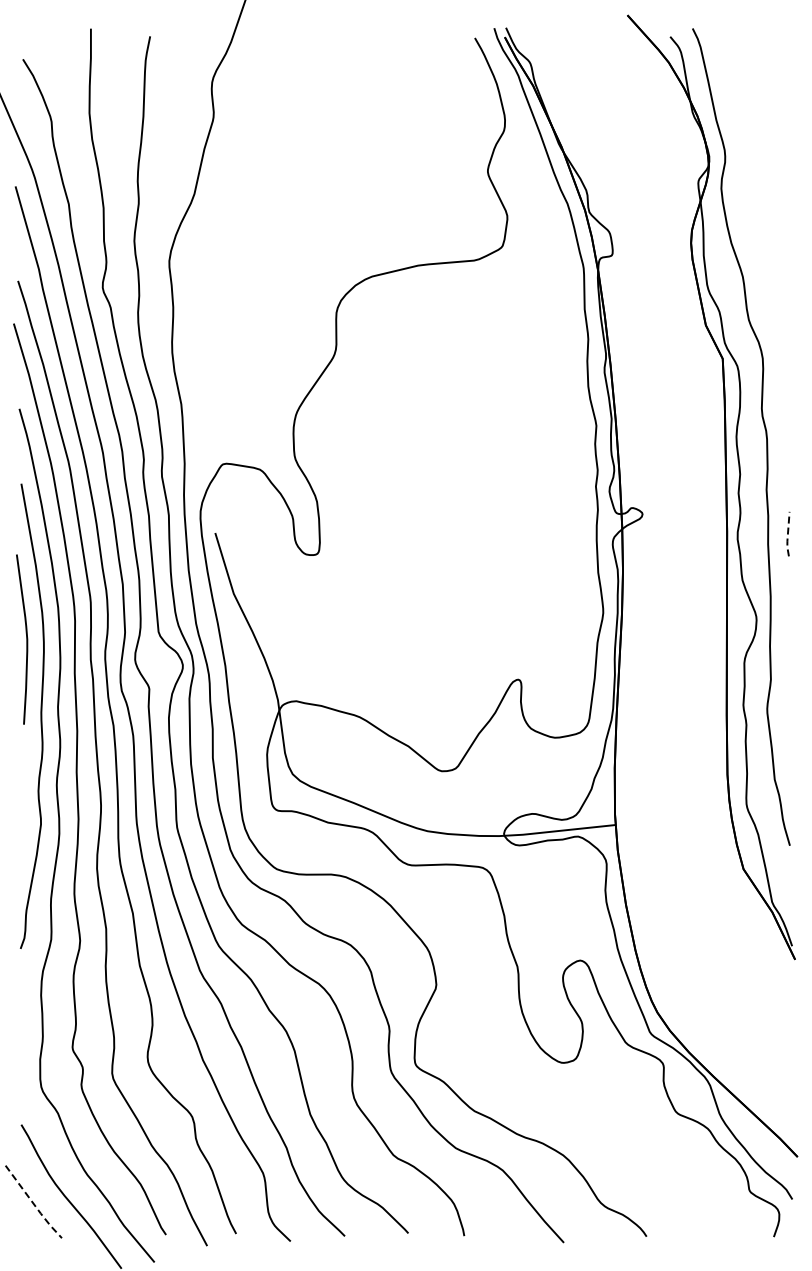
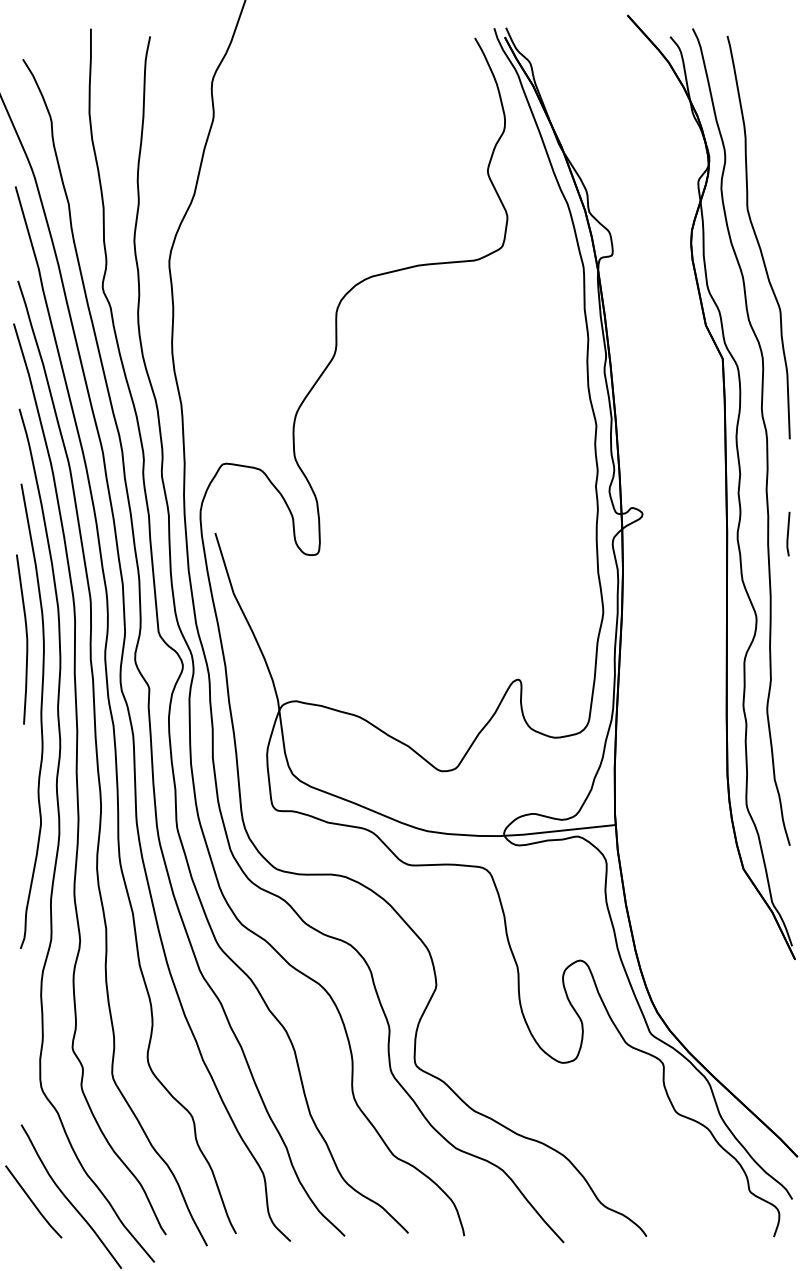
curve at (757, 237): none -> present
line at (787, 535): dashed -> solid
line at (33, 1203): dashed -> solid
